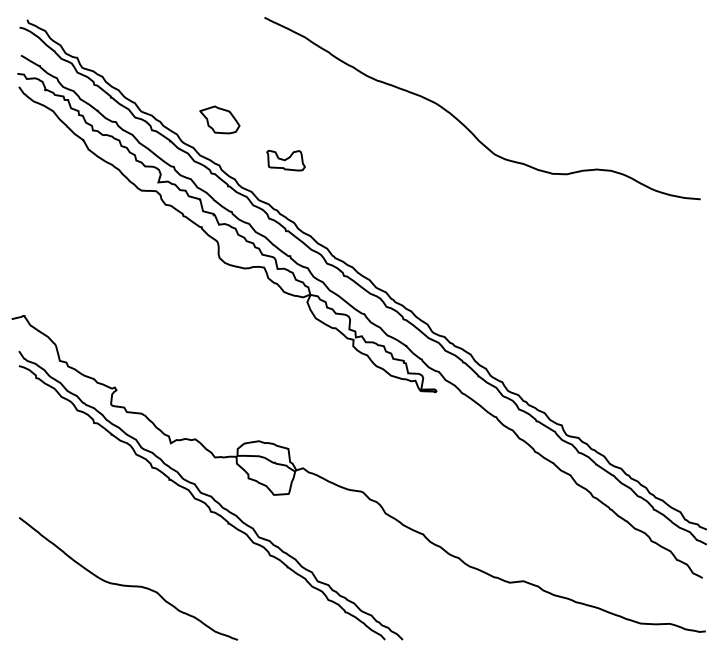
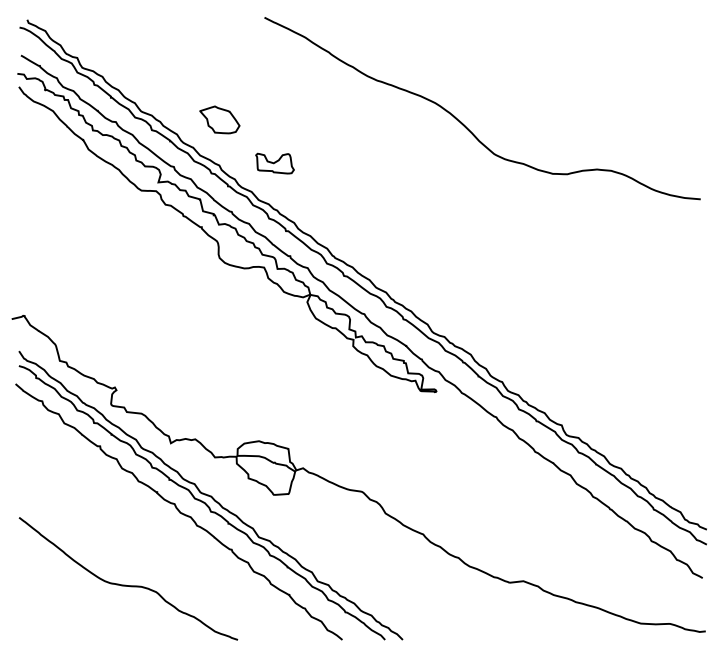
part at (285, 160) position: (285, 160) -> (274, 163)
curve at (178, 511): none -> present
